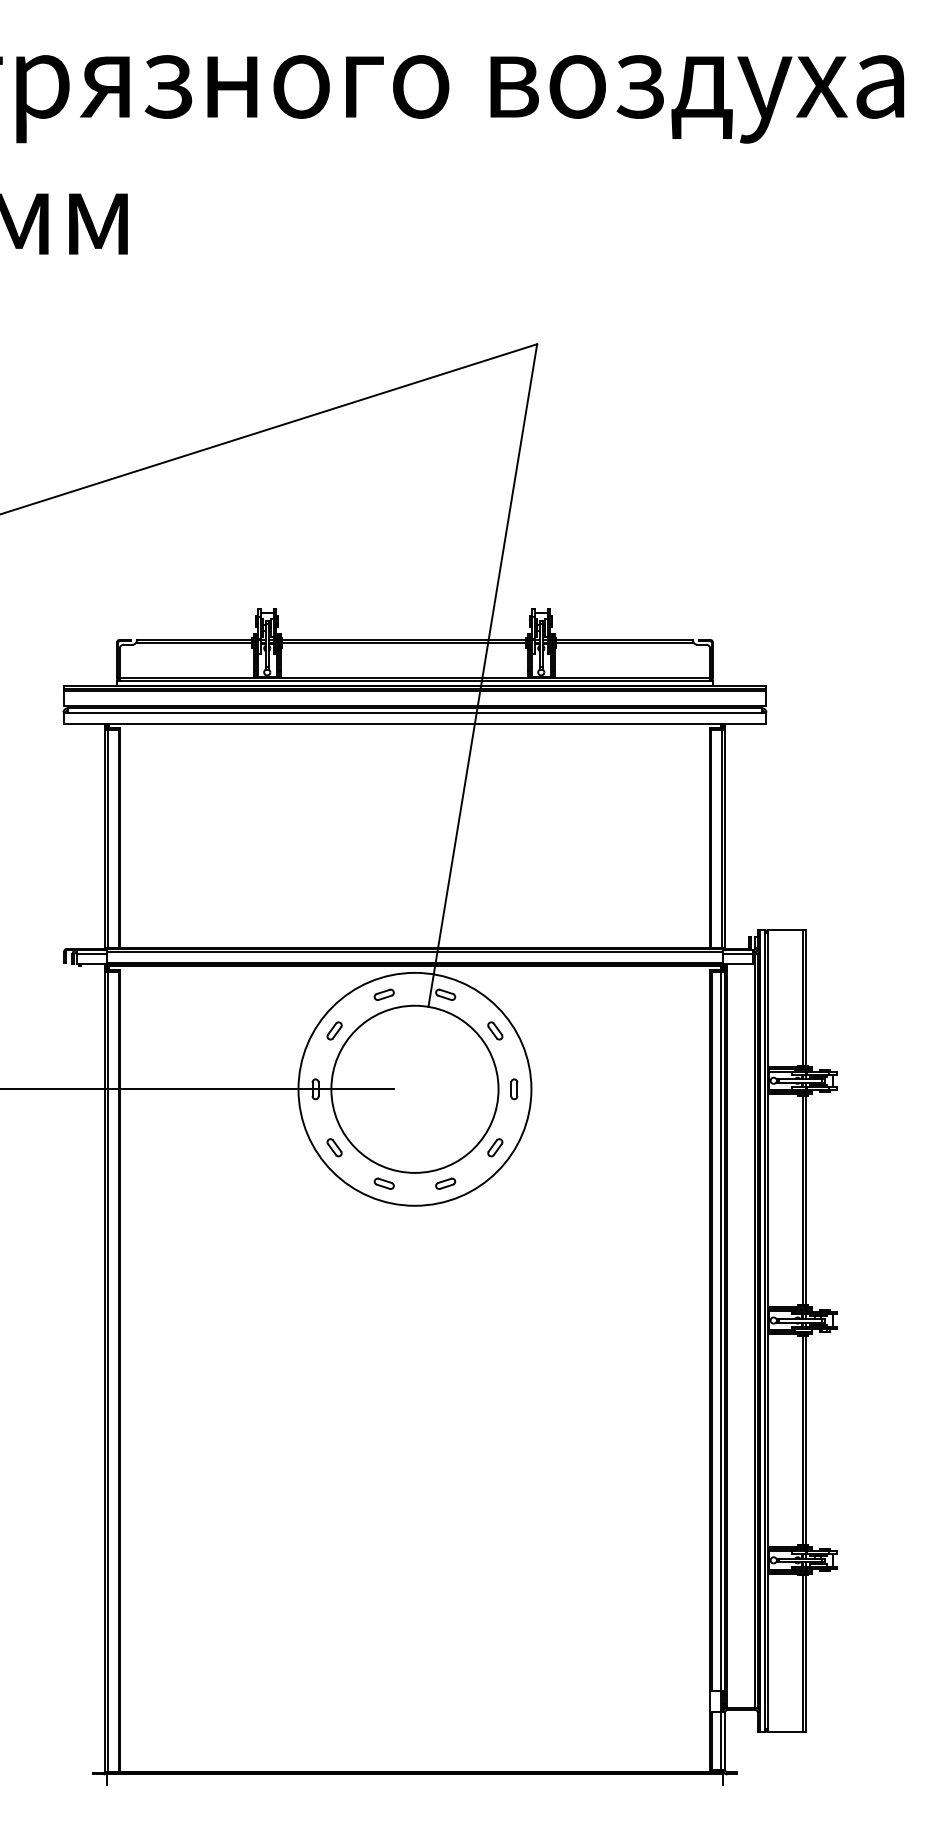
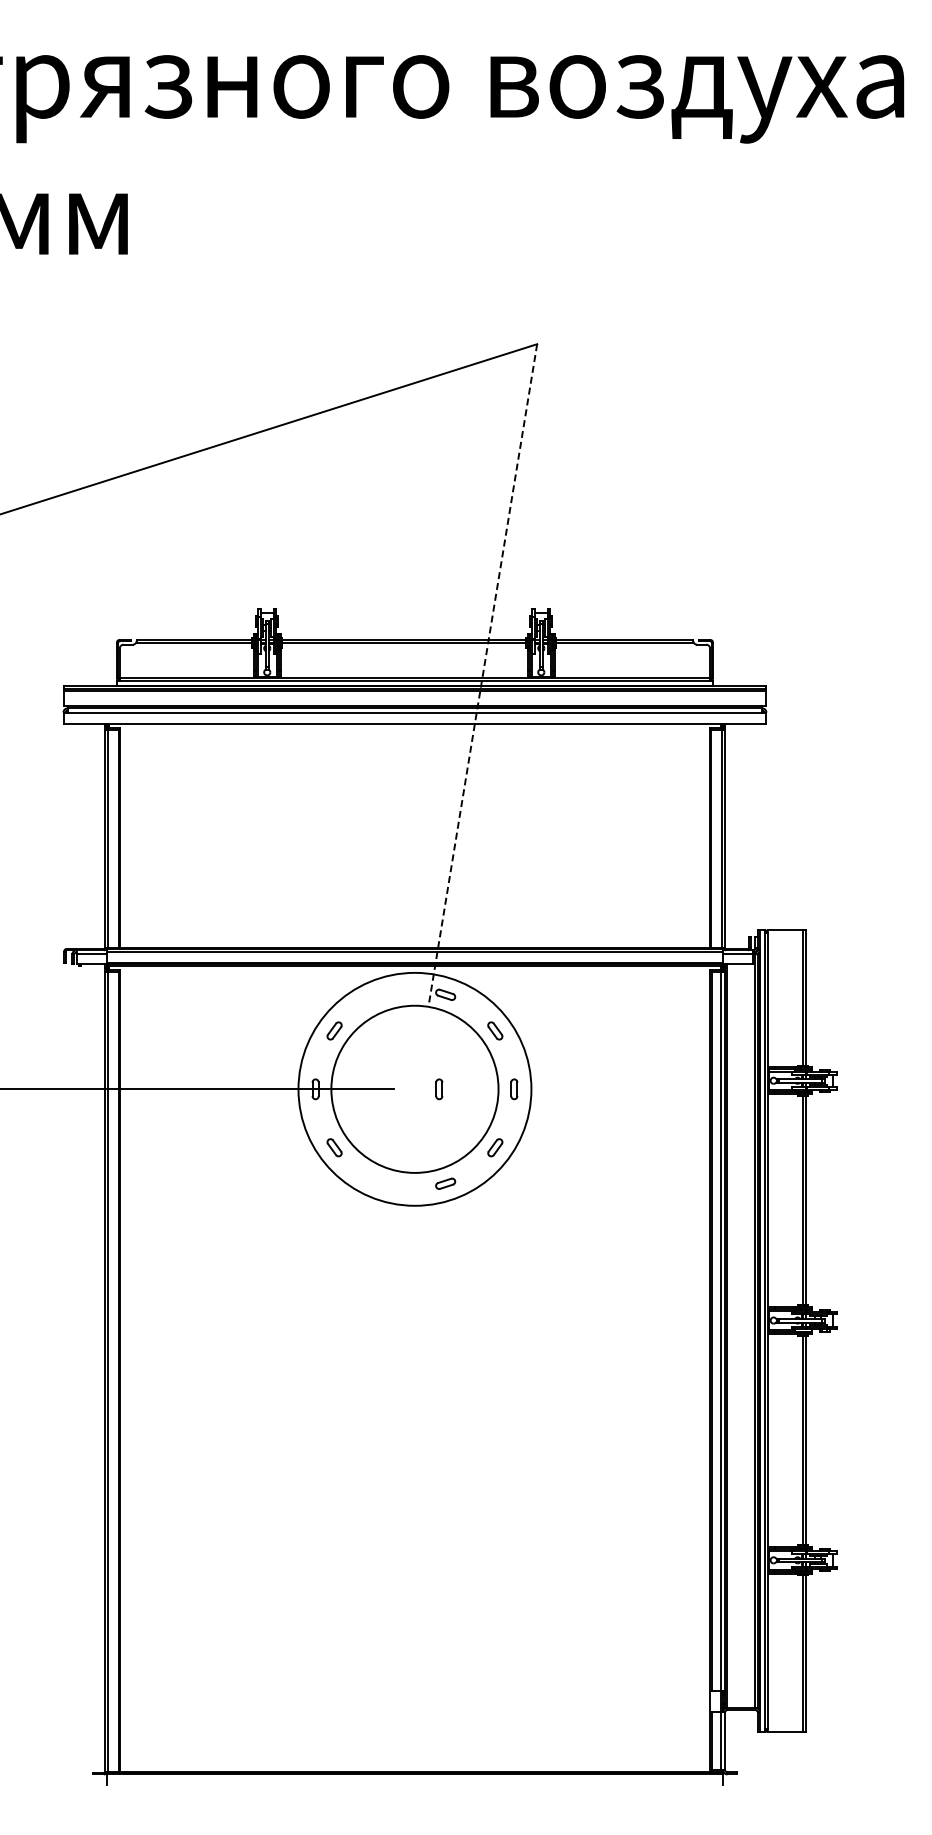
line at (482, 675): solid -> dashed
part at (383, 994): present -> none
part at (439, 1089): none -> present
part at (383, 1183): present -> none
